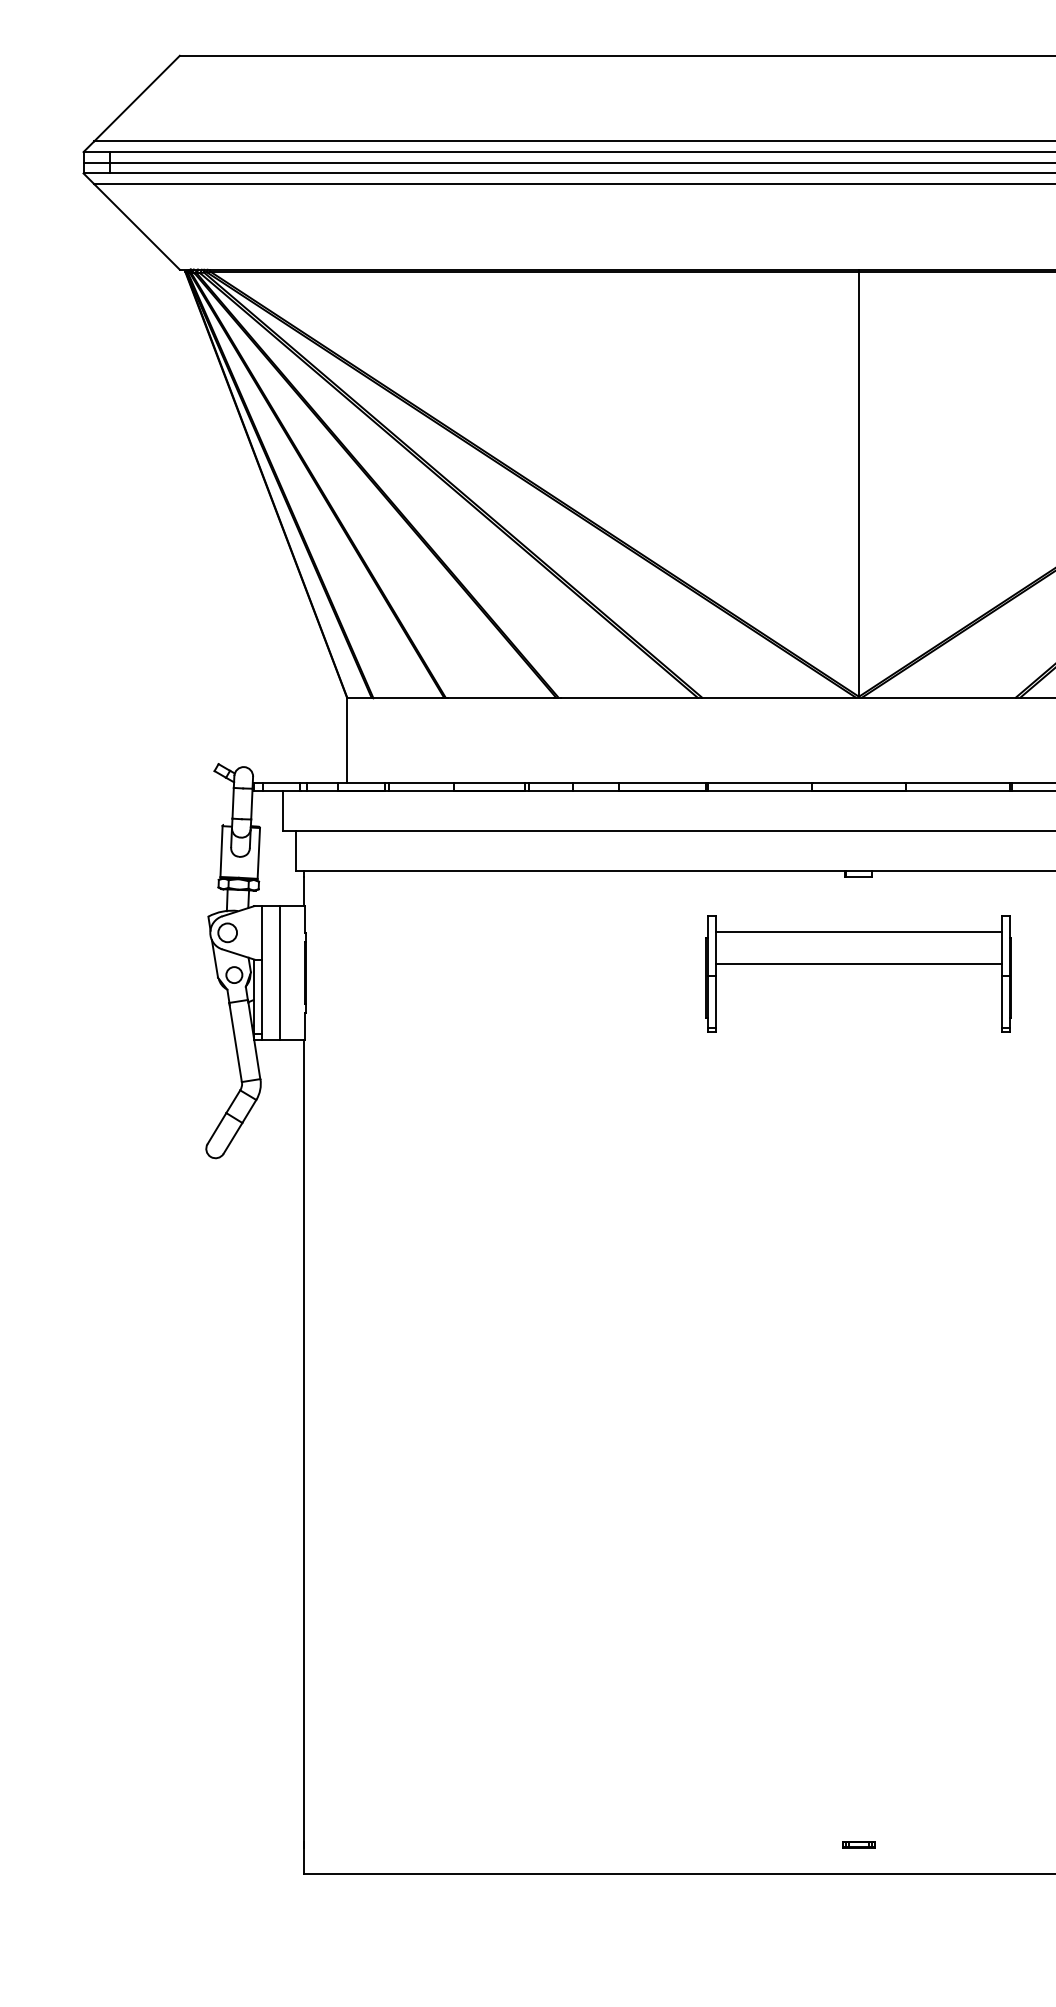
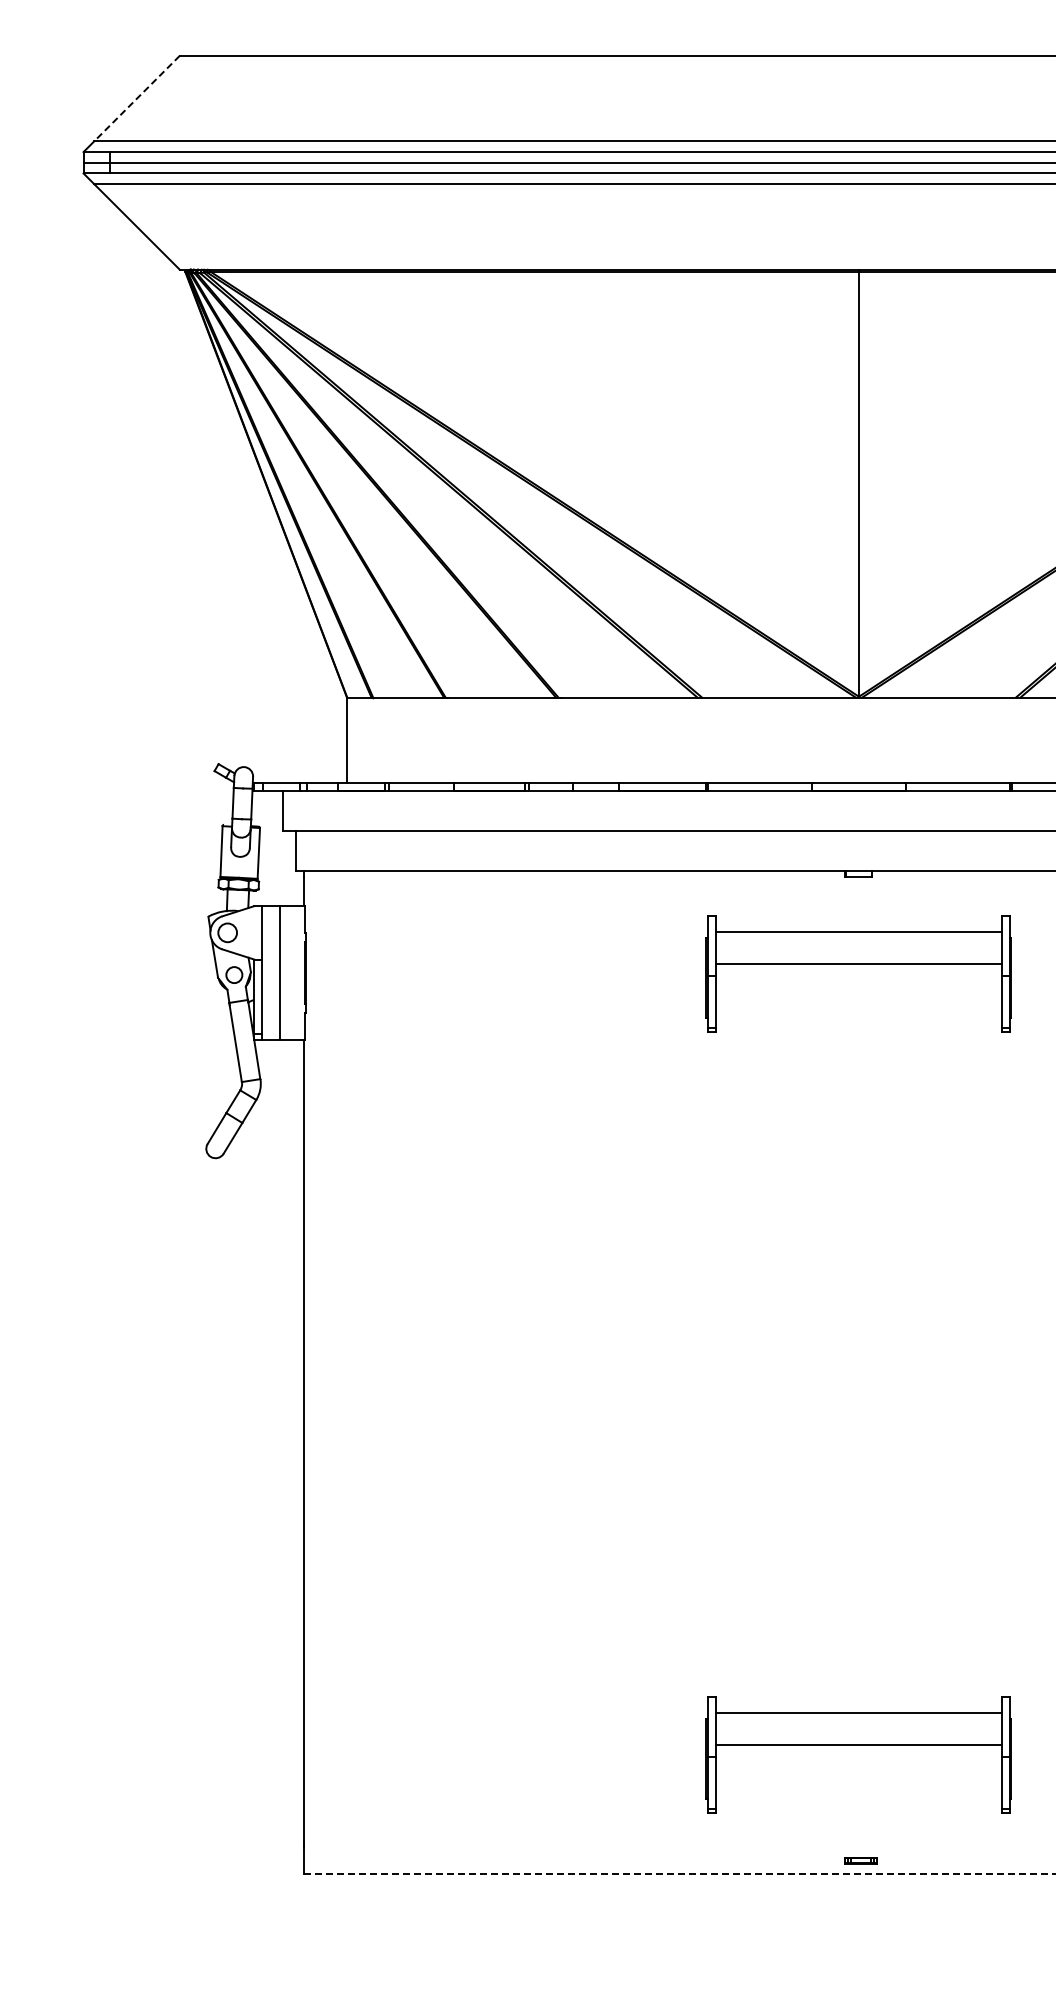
line at (137, 98): solid -> dashed
part at (858, 1745): none -> present
part at (858, 1844) position: (858, 1844) -> (860, 1860)
line at (680, 1874): solid -> dashed
